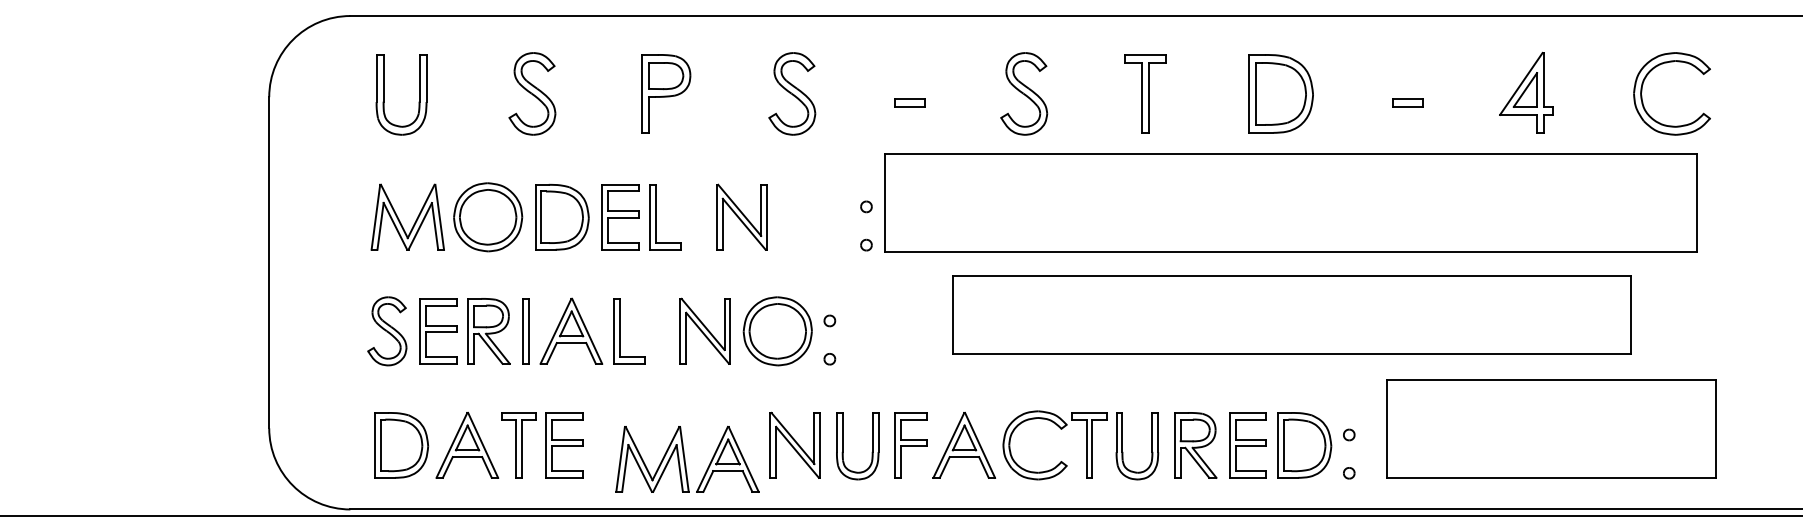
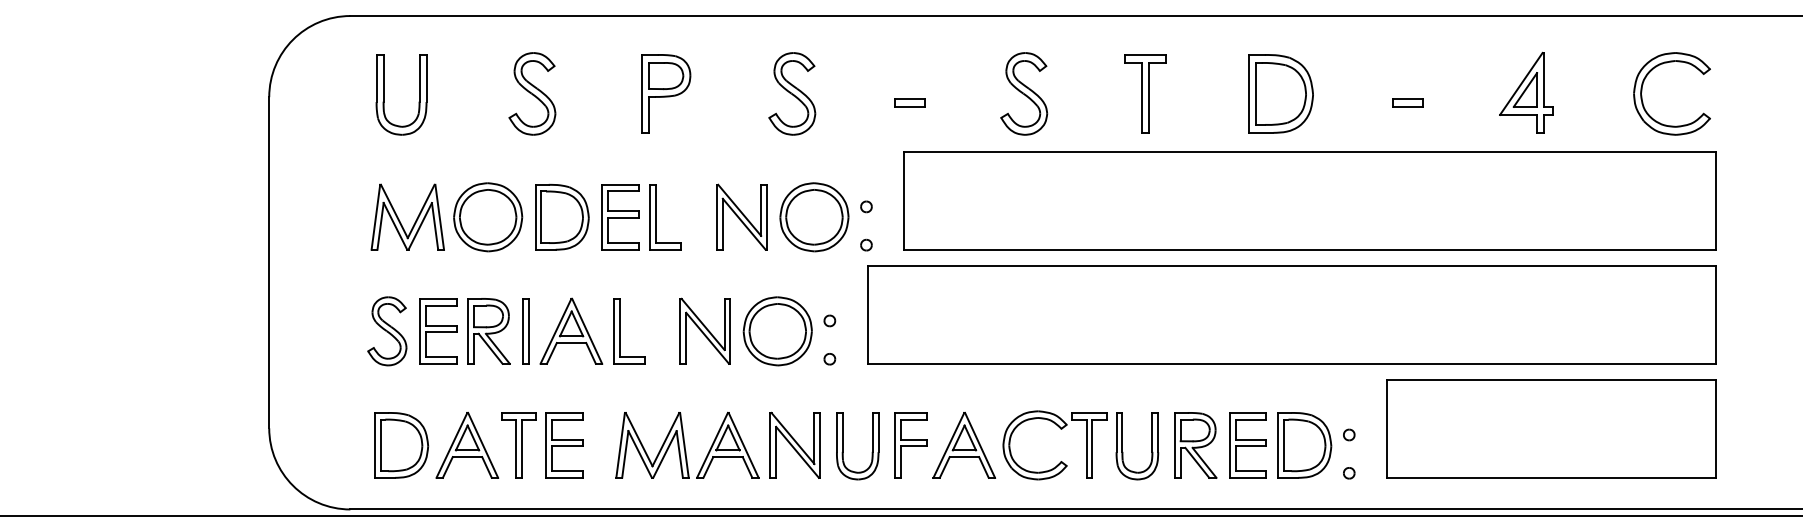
part at (1290, 202) position: (1290, 202) -> (1309, 200)
part at (814, 217): none -> present
part at (1291, 314) size: 680x80 px -> 850x100 px
part at (687, 458) position: (687, 458) -> (687, 444)
